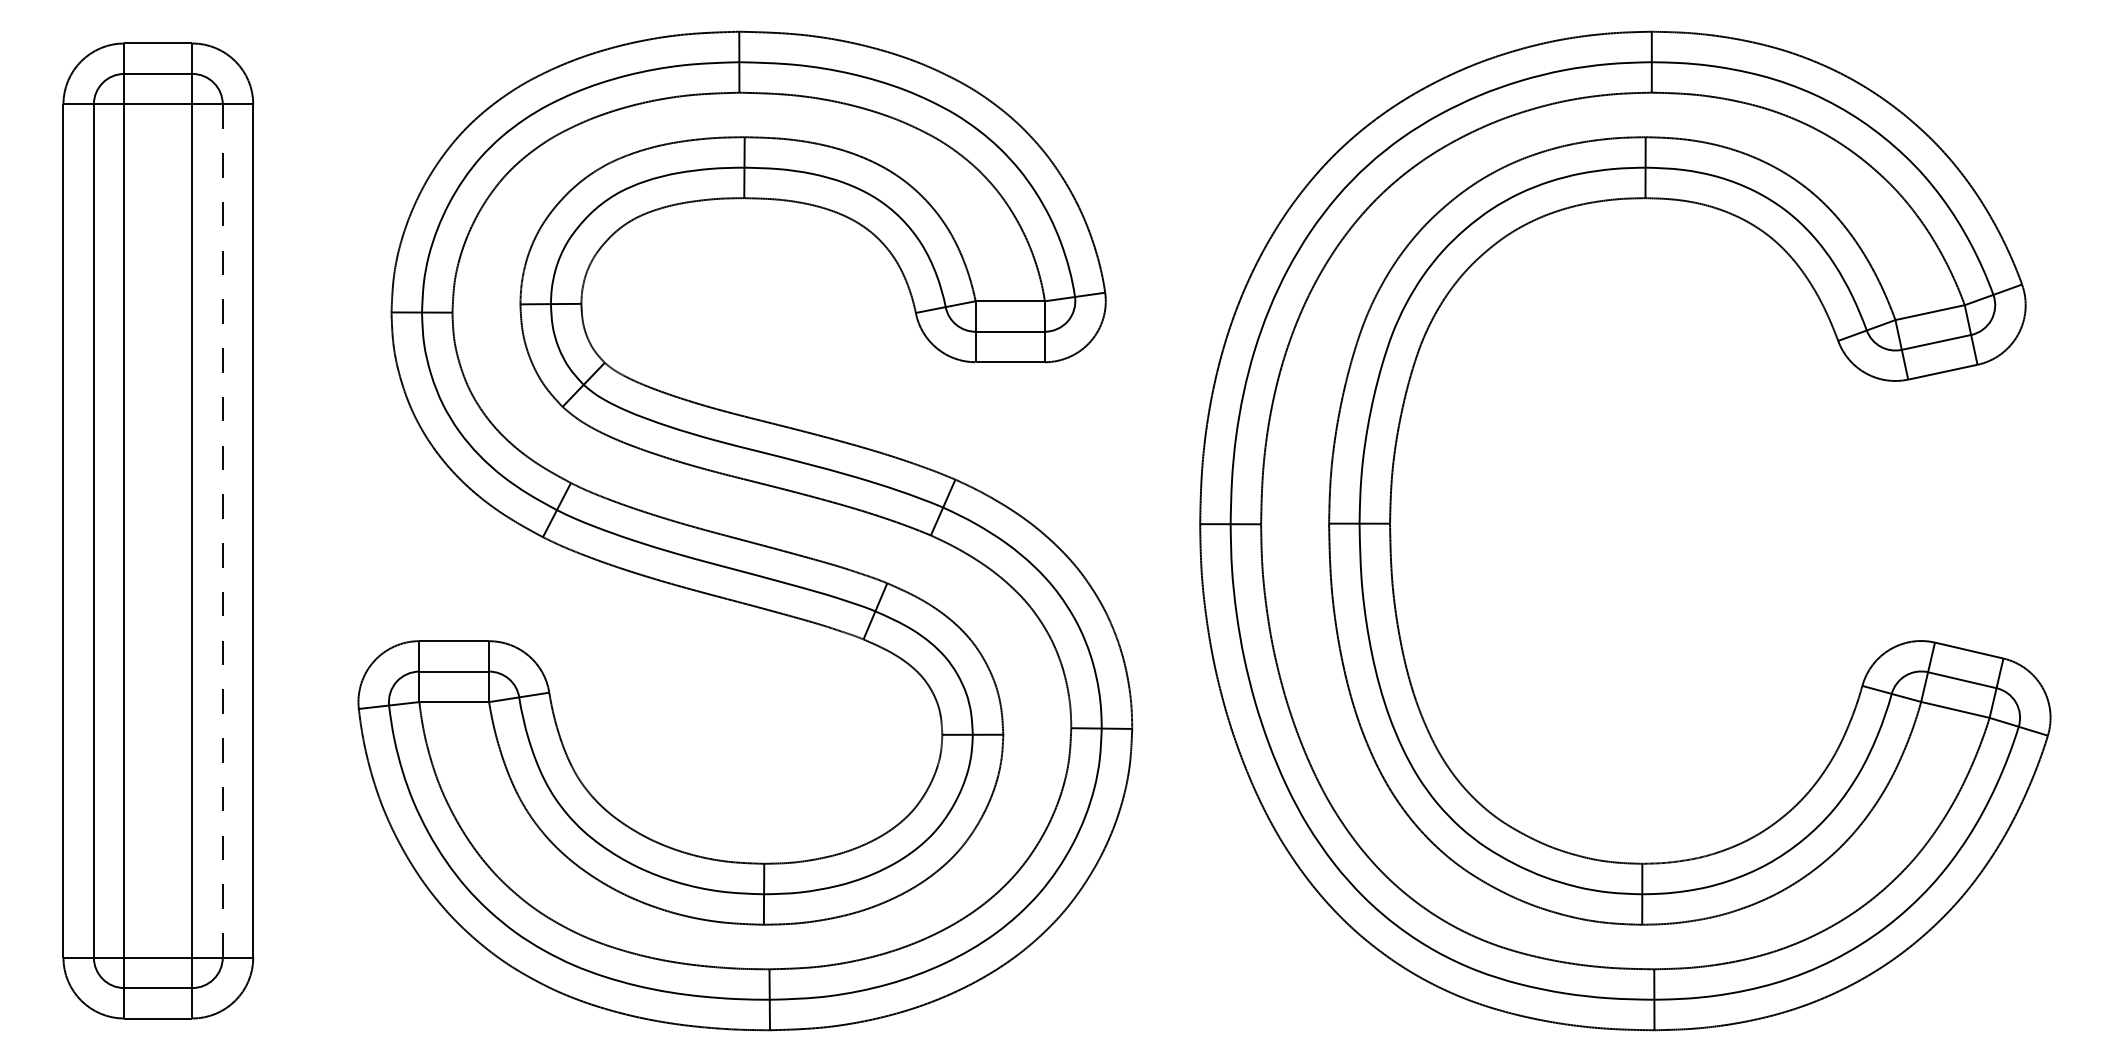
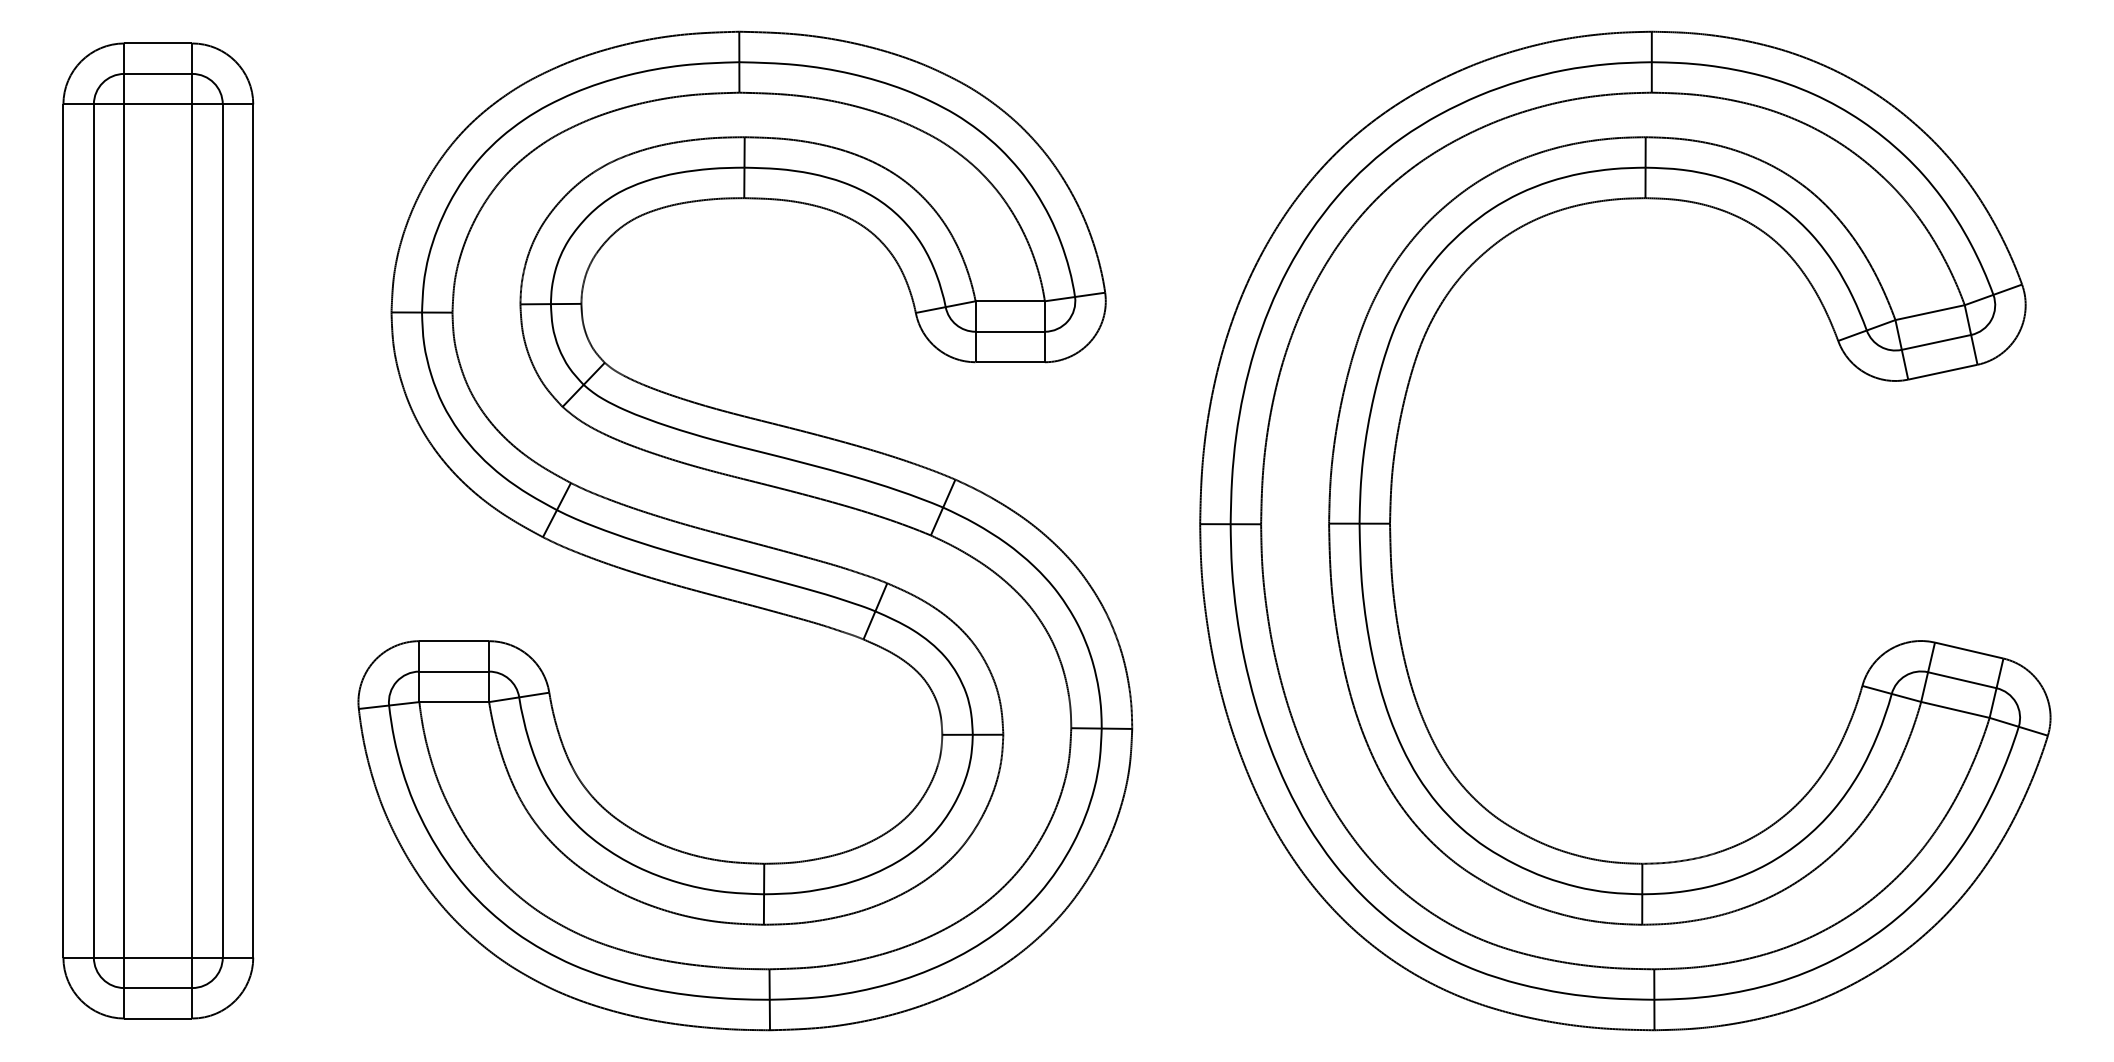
line at (222, 531): dashed -> solid
